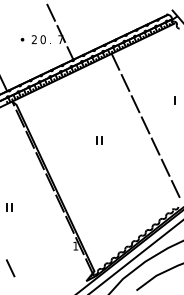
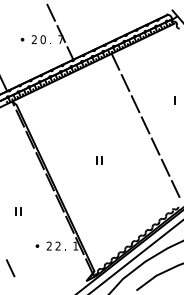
part at (99, 140) position: (99, 140) -> (99, 160)
part at (9, 207) position: (9, 207) -> (18, 211)
part at (50, 245): none -> present
